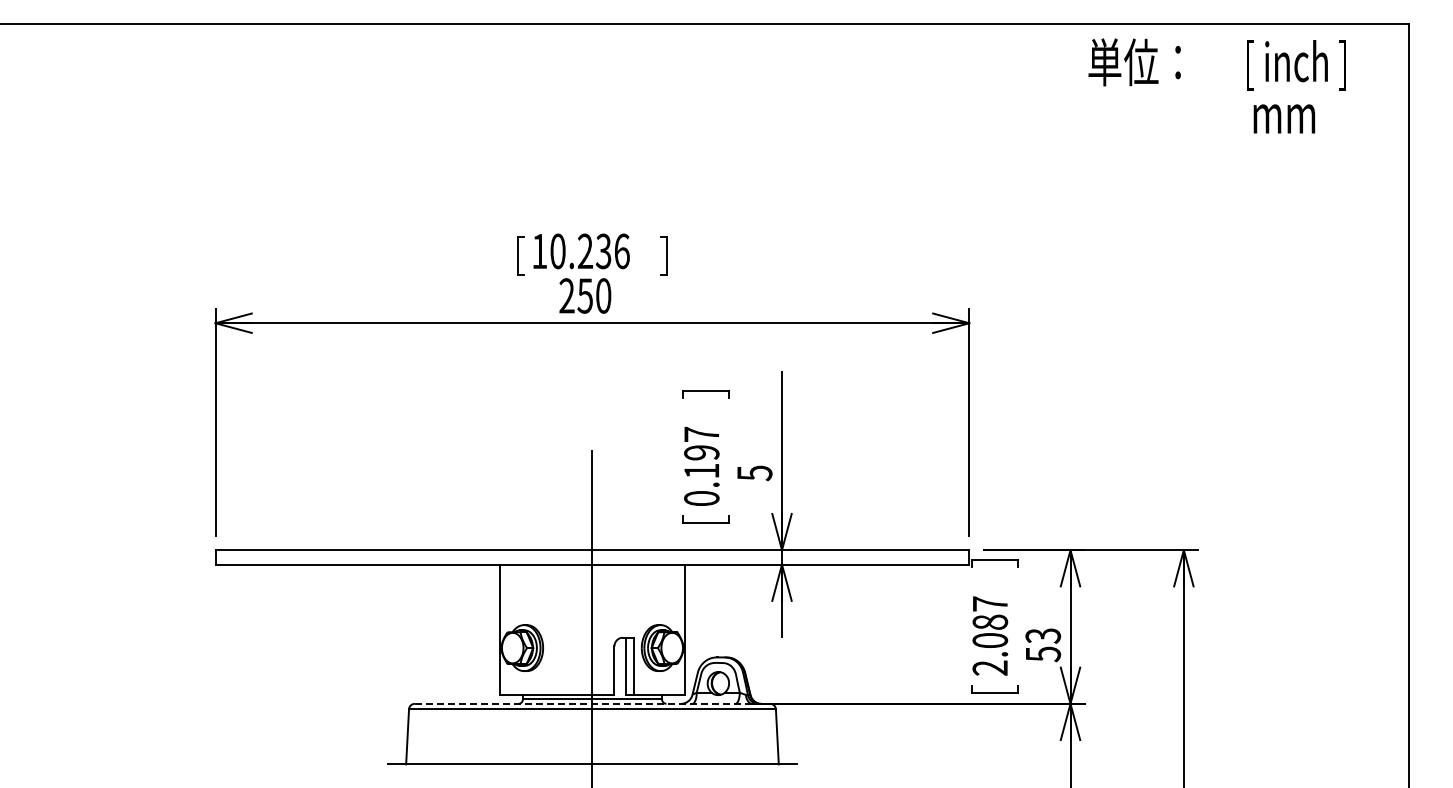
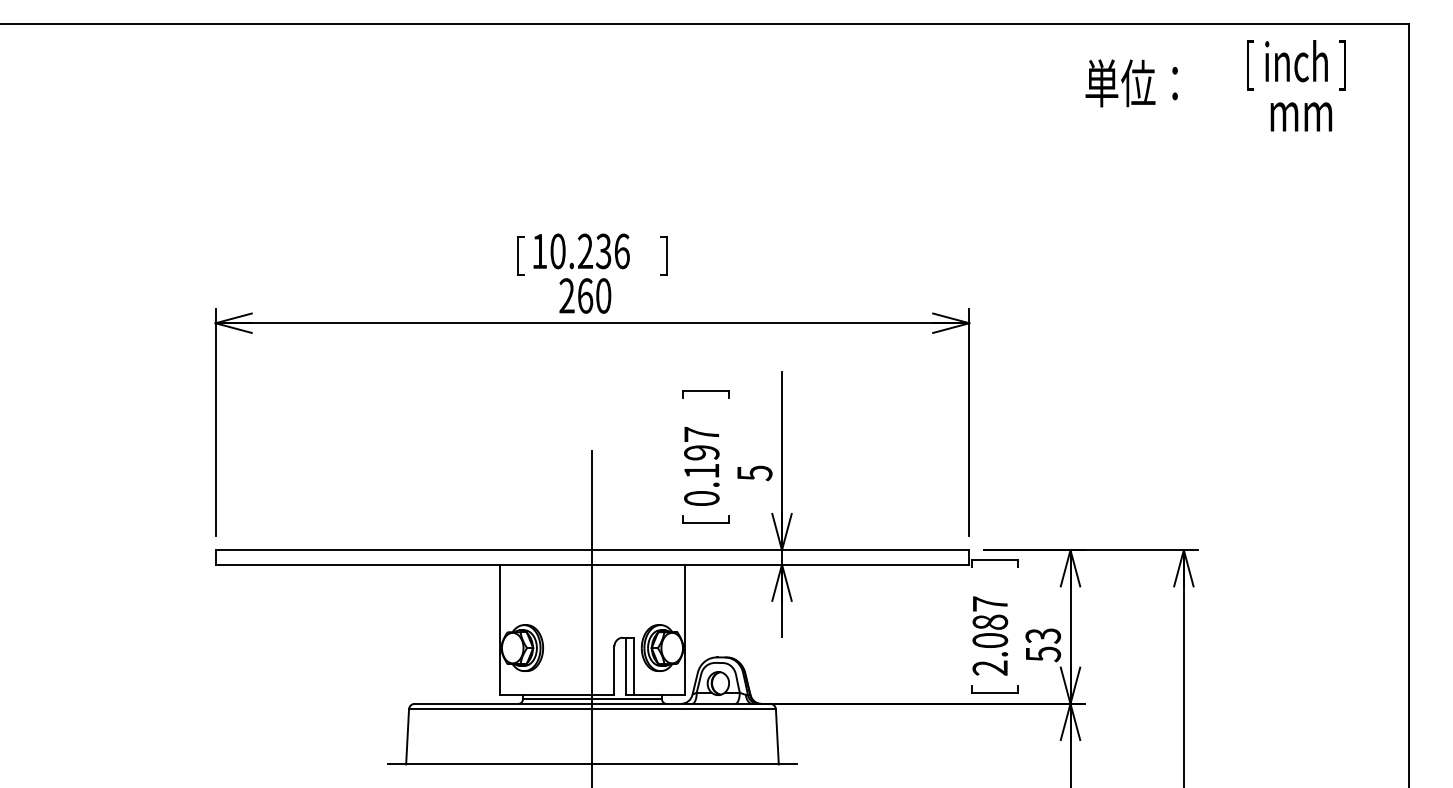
text at (1134, 62) position: (1134, 62) -> (1131, 83)
text at (1284, 118) position: (1284, 118) -> (1301, 116)
text at (585, 295): 250 -> 260
line at (583, 703): dashed -> solid
